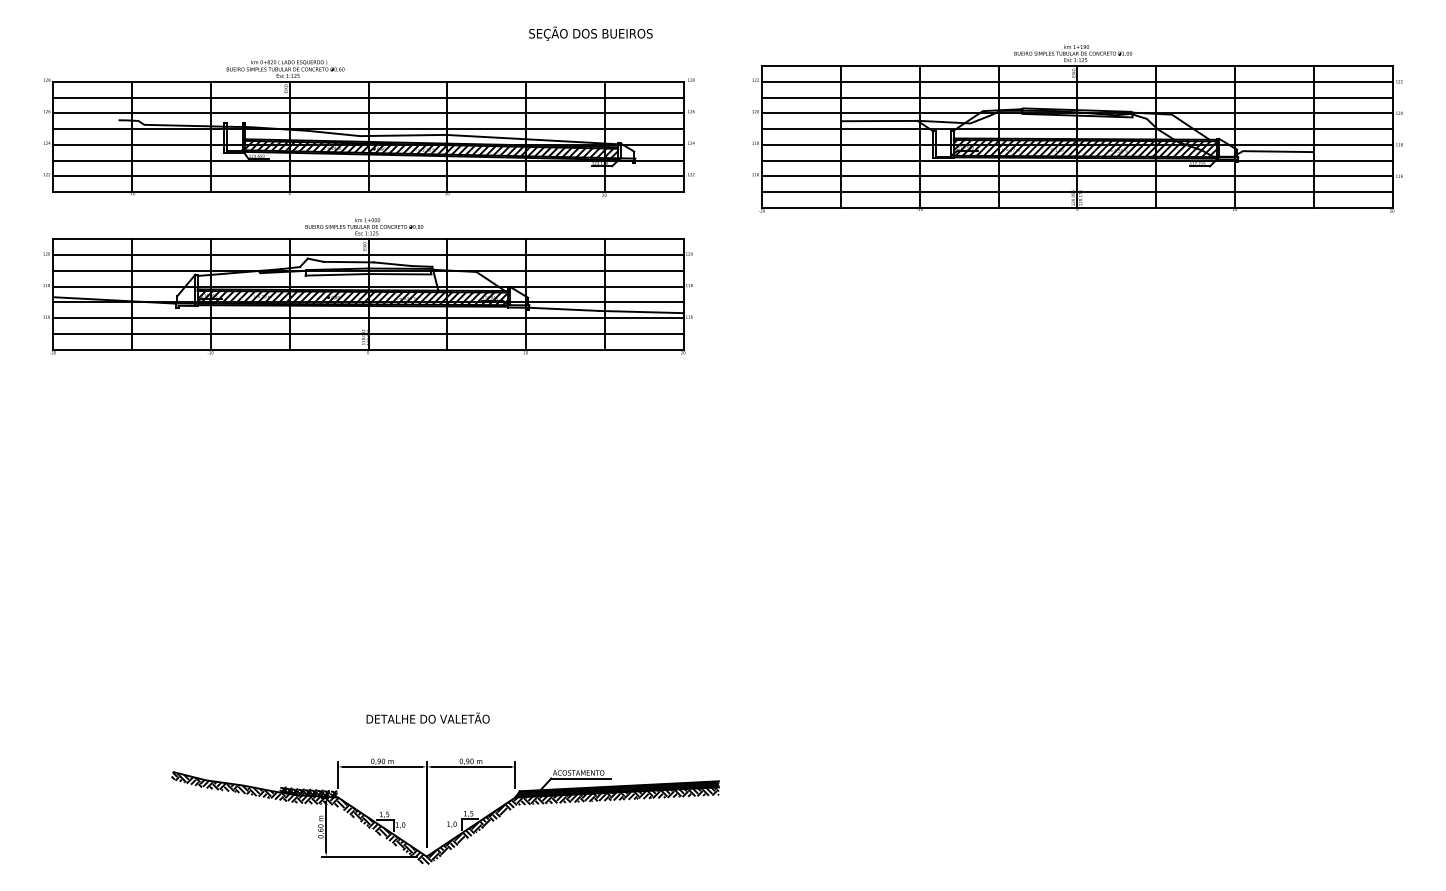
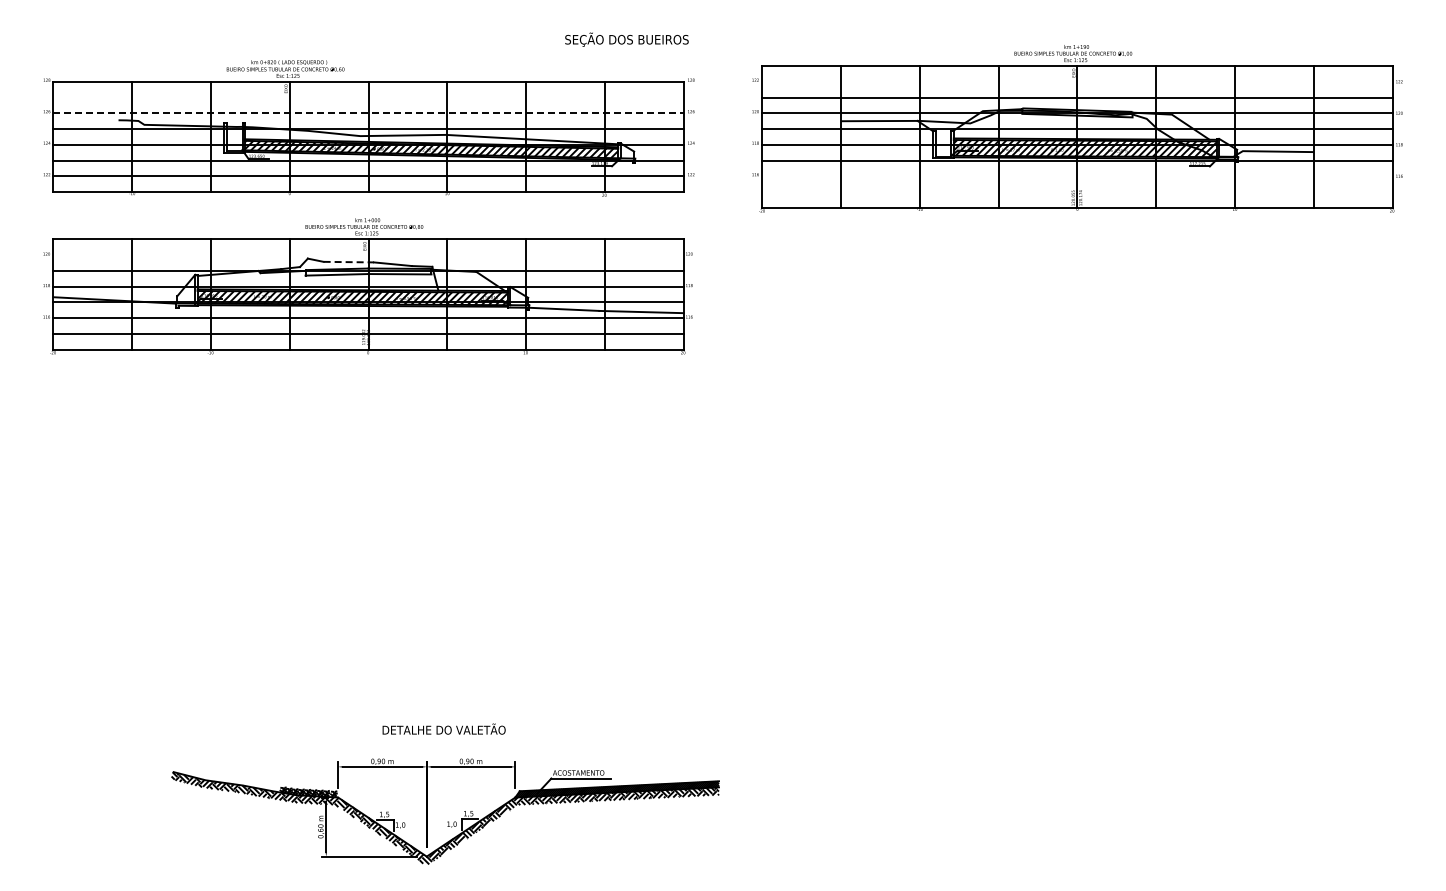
text at (590, 33) position: (590, 33) -> (626, 39)
line at (1077, 81): present -> none
line at (368, 97): present -> none
line at (369, 113): solid -> dashed
line at (1077, 176): present -> none
line at (1077, 192): present -> none
line at (368, 255): present -> none
line at (349, 262): solid -> dashed
text at (427, 717) position: (427, 717) -> (443, 728)
